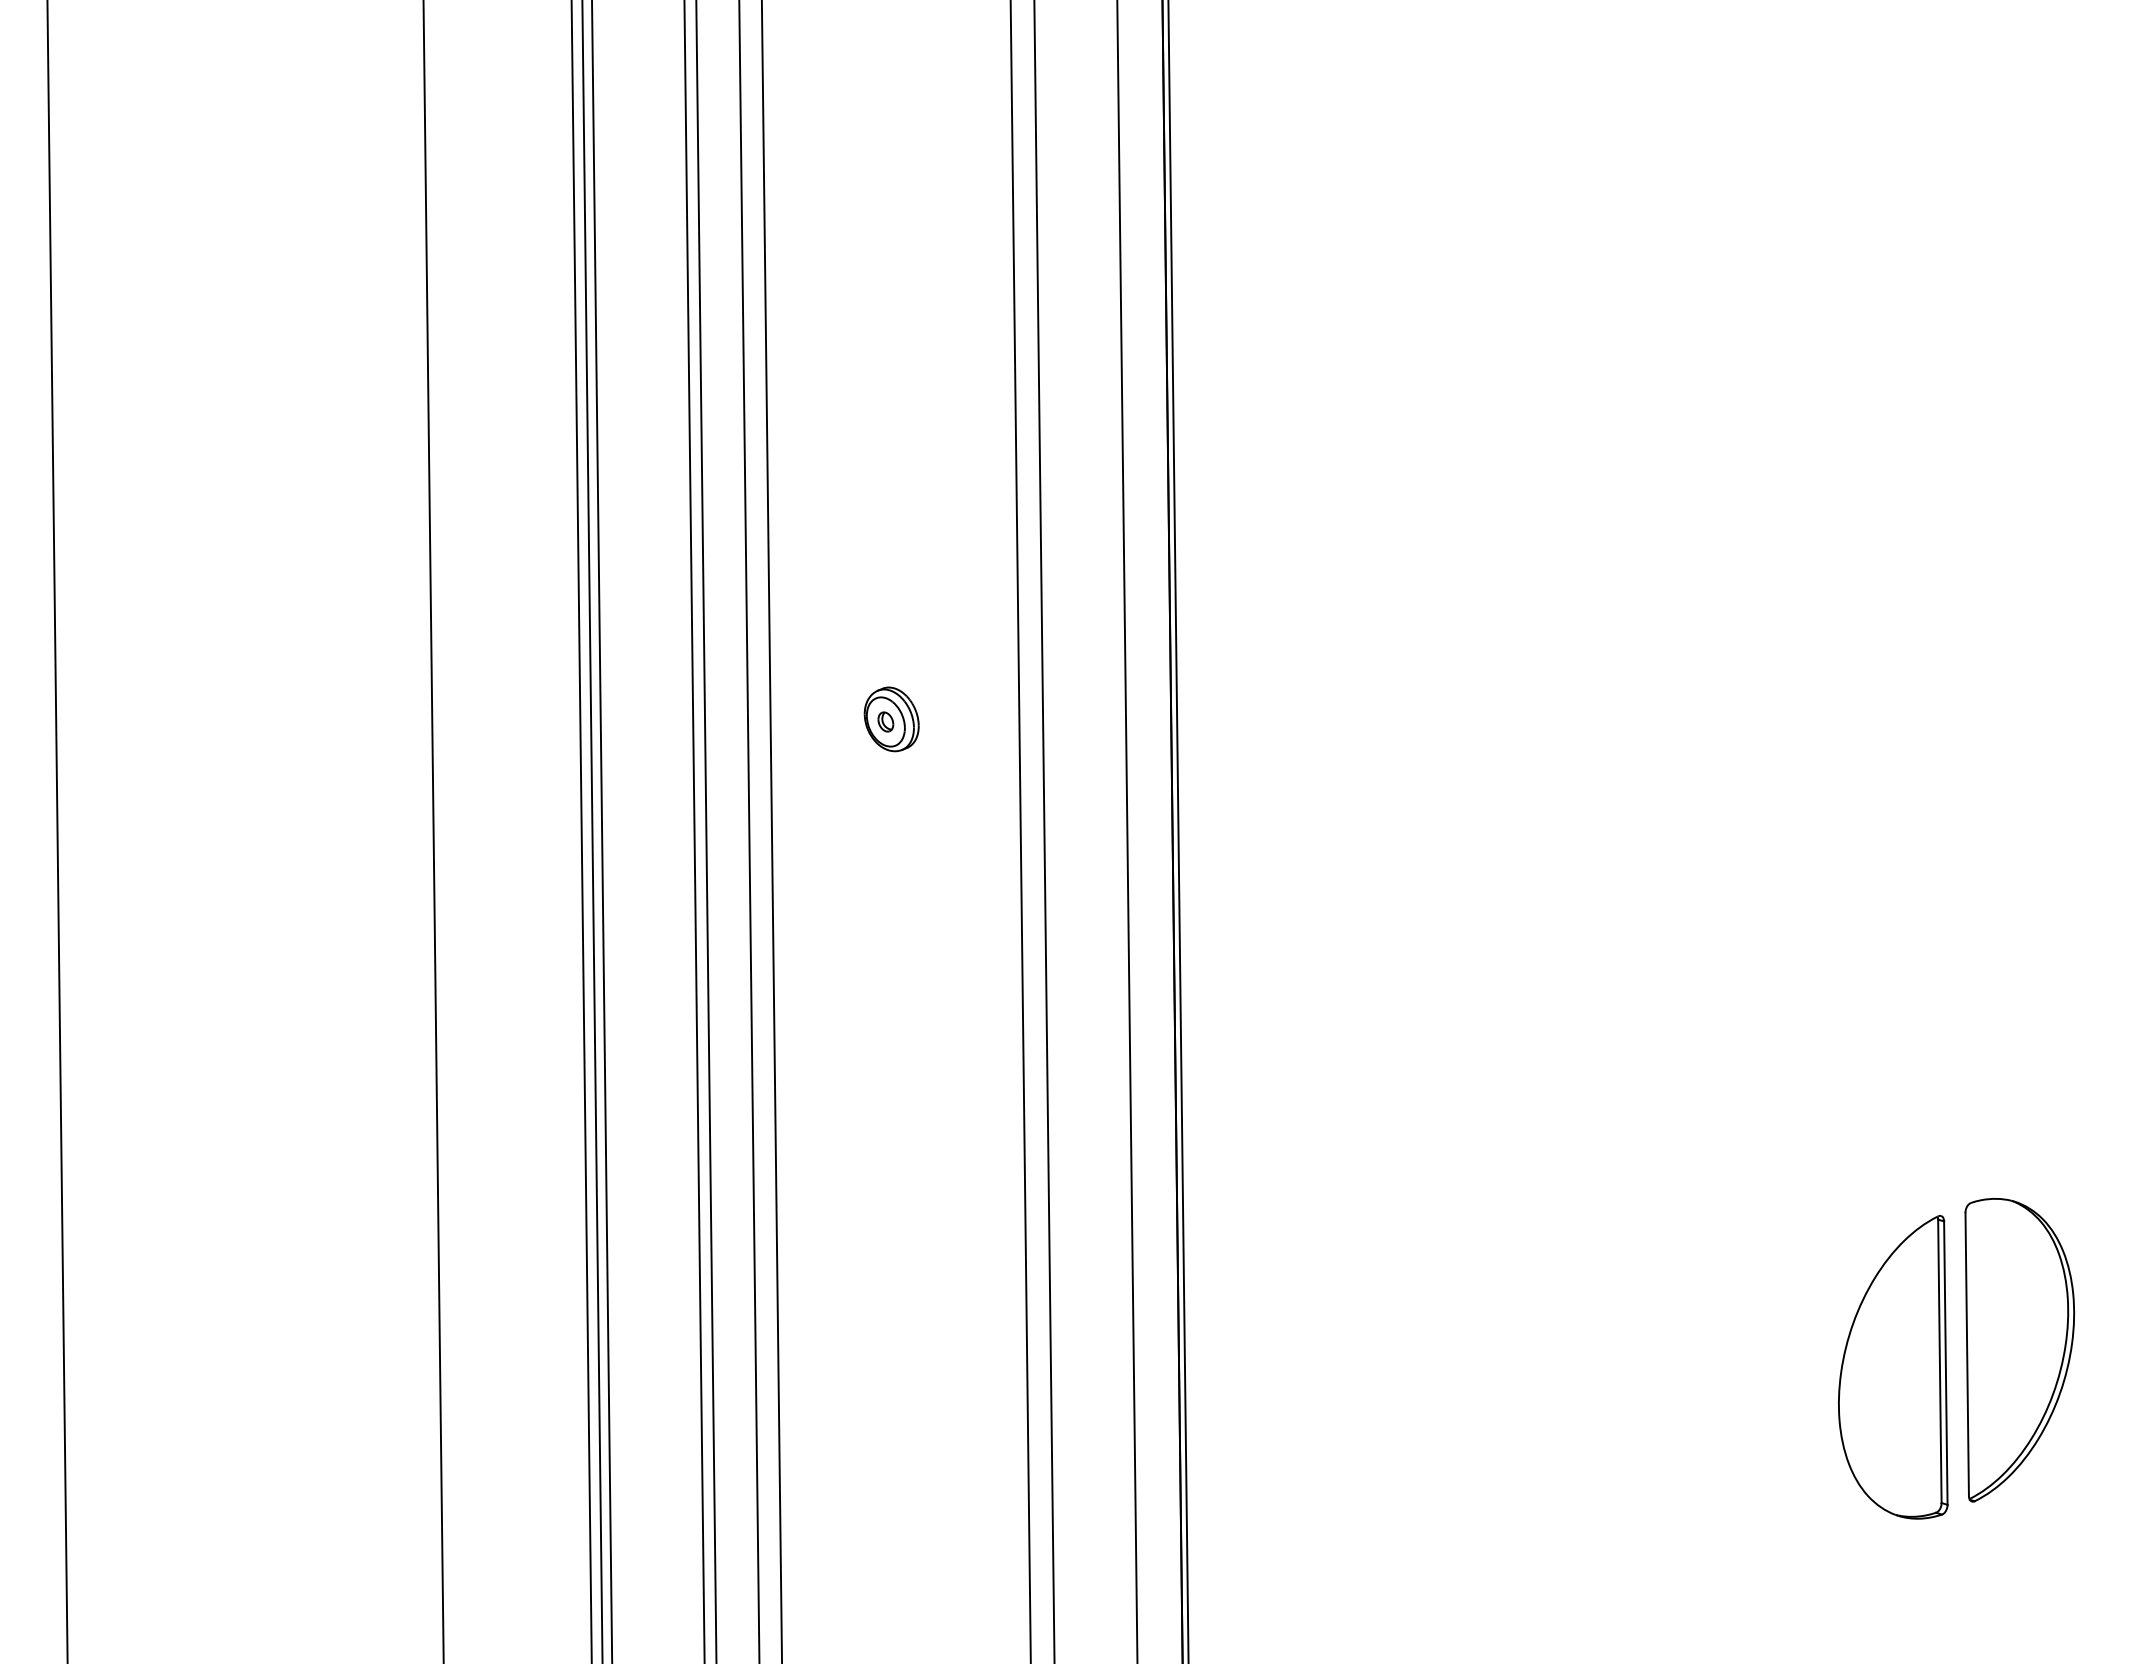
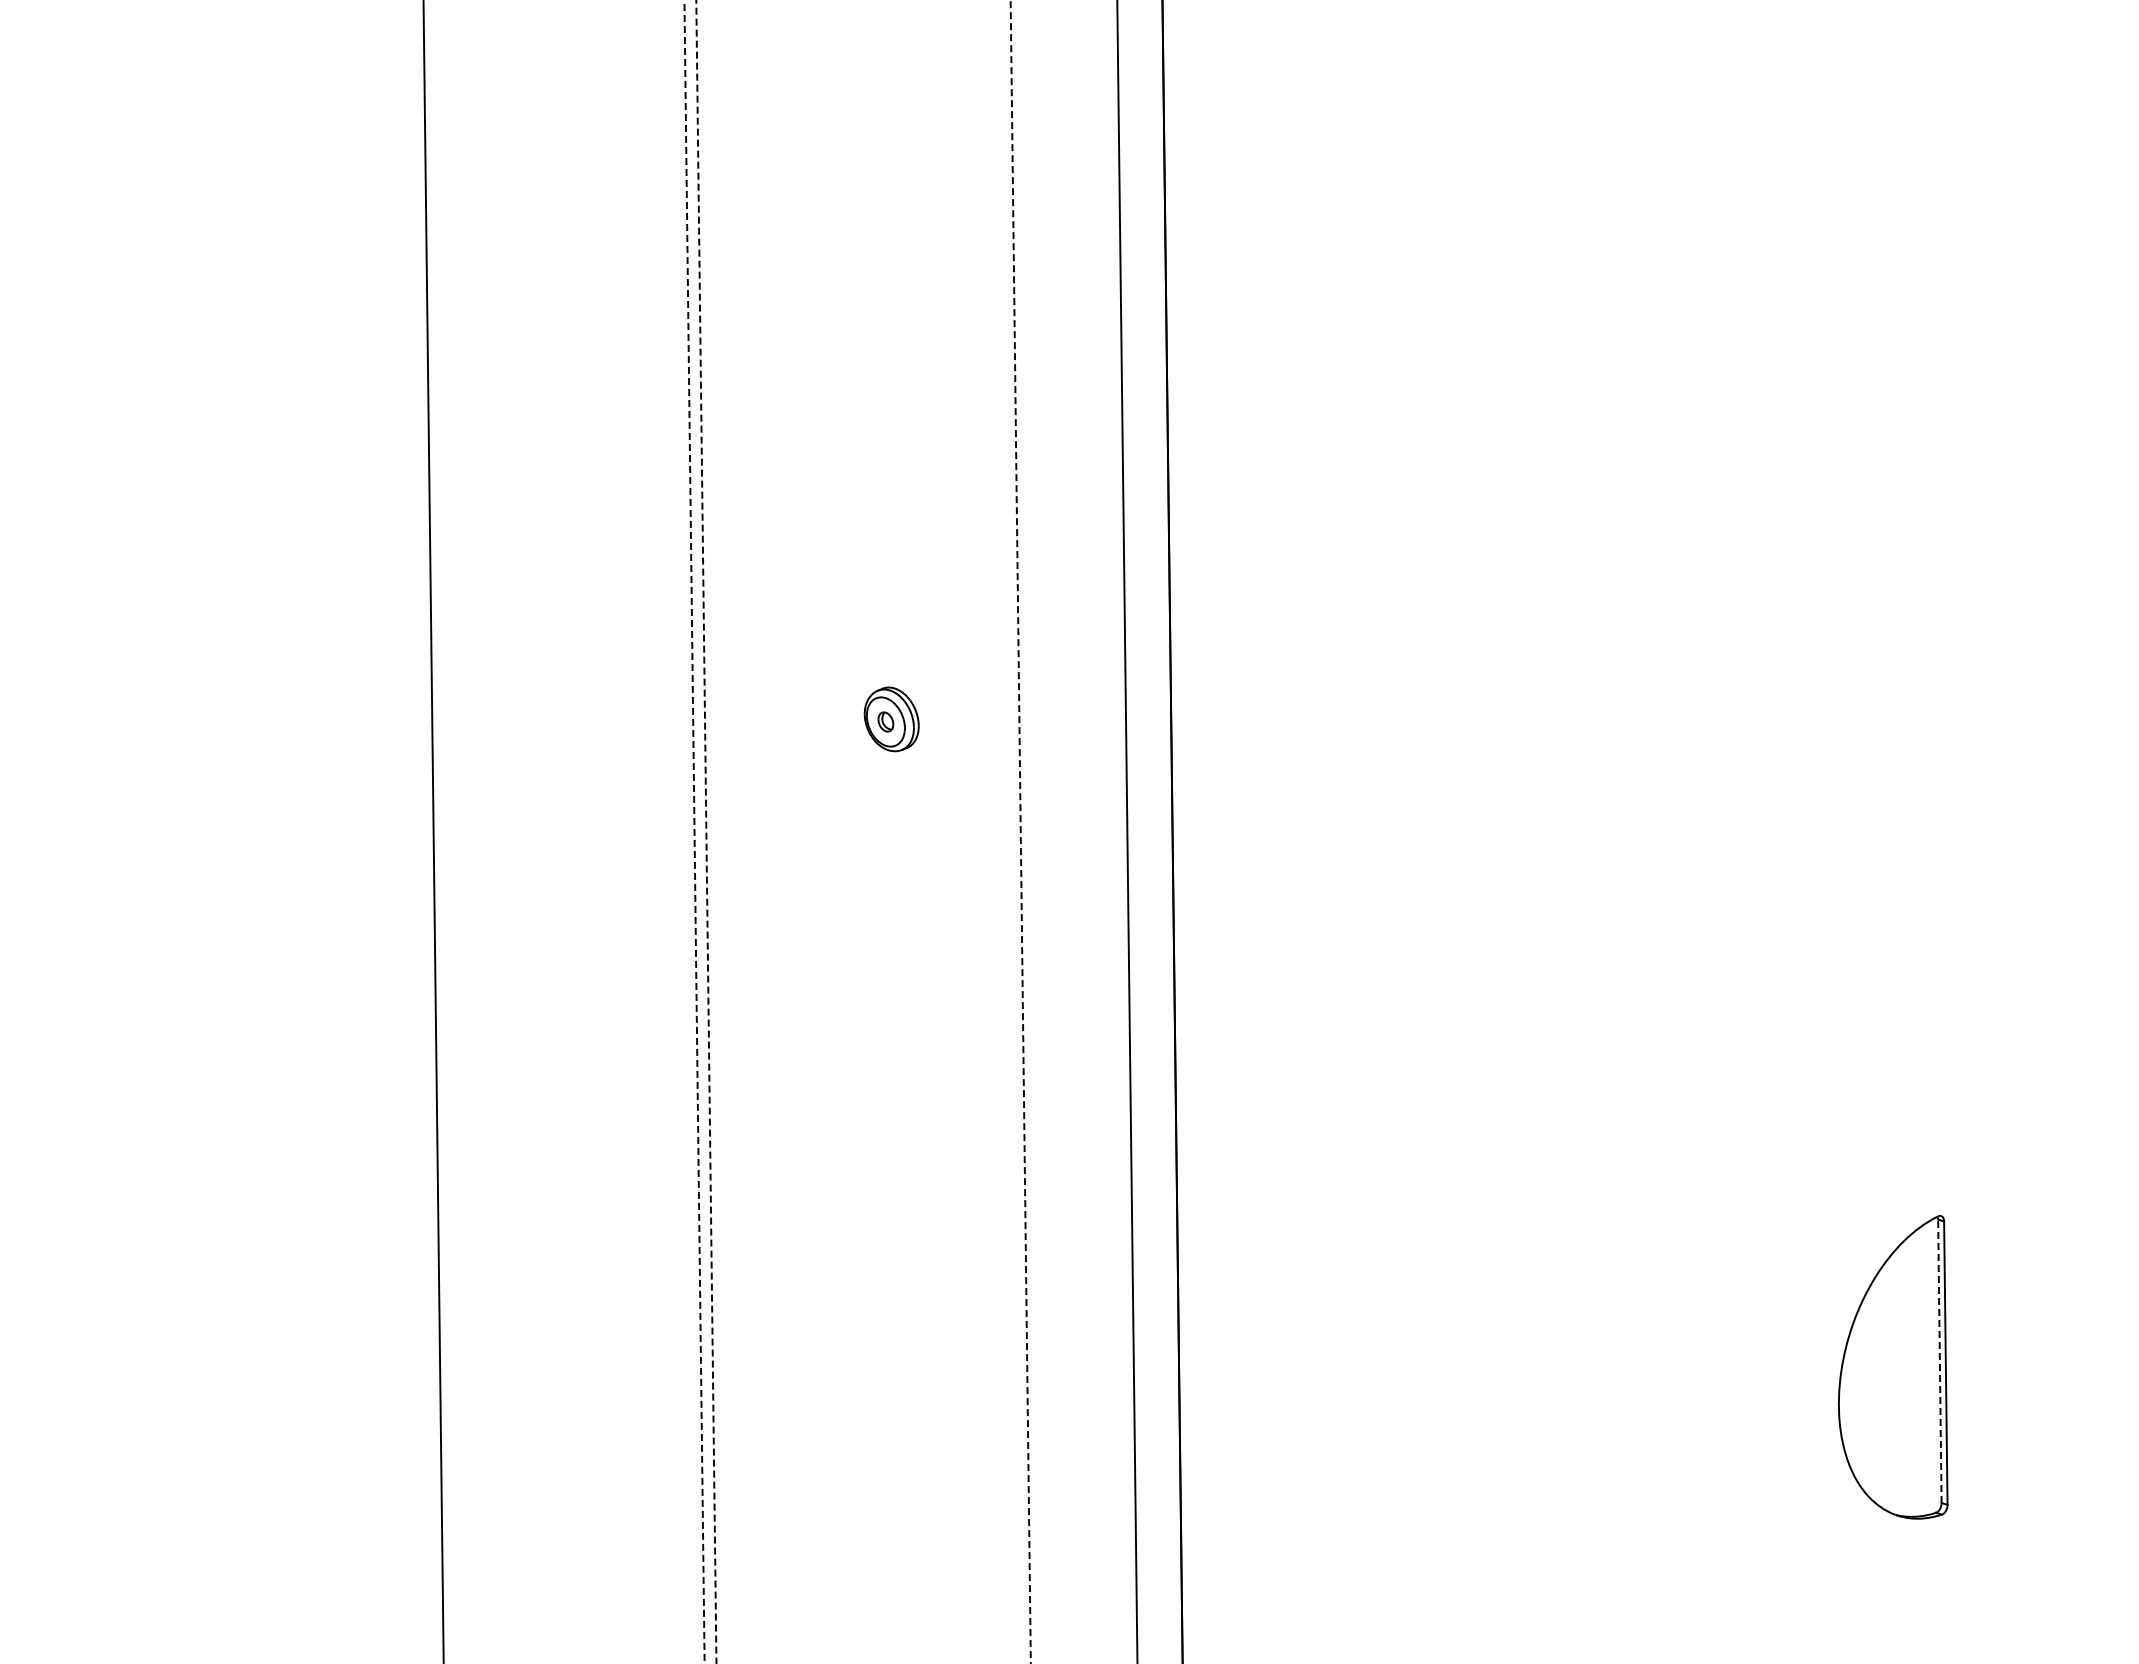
line at (57, 831): present -> none
line at (581, 831): present -> none
line at (592, 831): present -> none
line at (602, 831): present -> none
line at (749, 831): present -> none
line at (771, 831): present -> none
line at (1044, 831): present -> none
line at (1178, 831): present -> none
line at (694, 832): solid -> dashed
line at (706, 832): solid -> dashed
line at (1020, 832): solid -> dashed
part at (2019, 1350): present -> none
line at (1939, 1361): solid -> dashed
